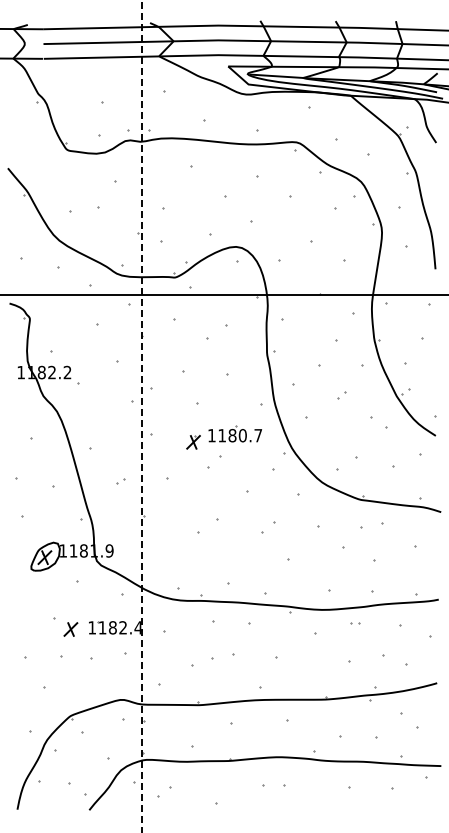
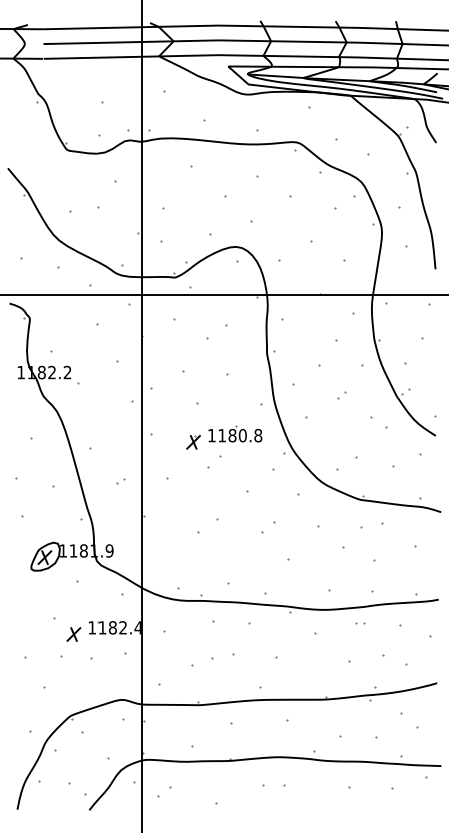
line at (142, 416): dashed -> solid
text at (258, 435): 1180.7 -> 1180.8
part at (355, 623) position: (355, 623) -> (360, 623)
part at (70, 629) position: (70, 629) -> (73, 634)
